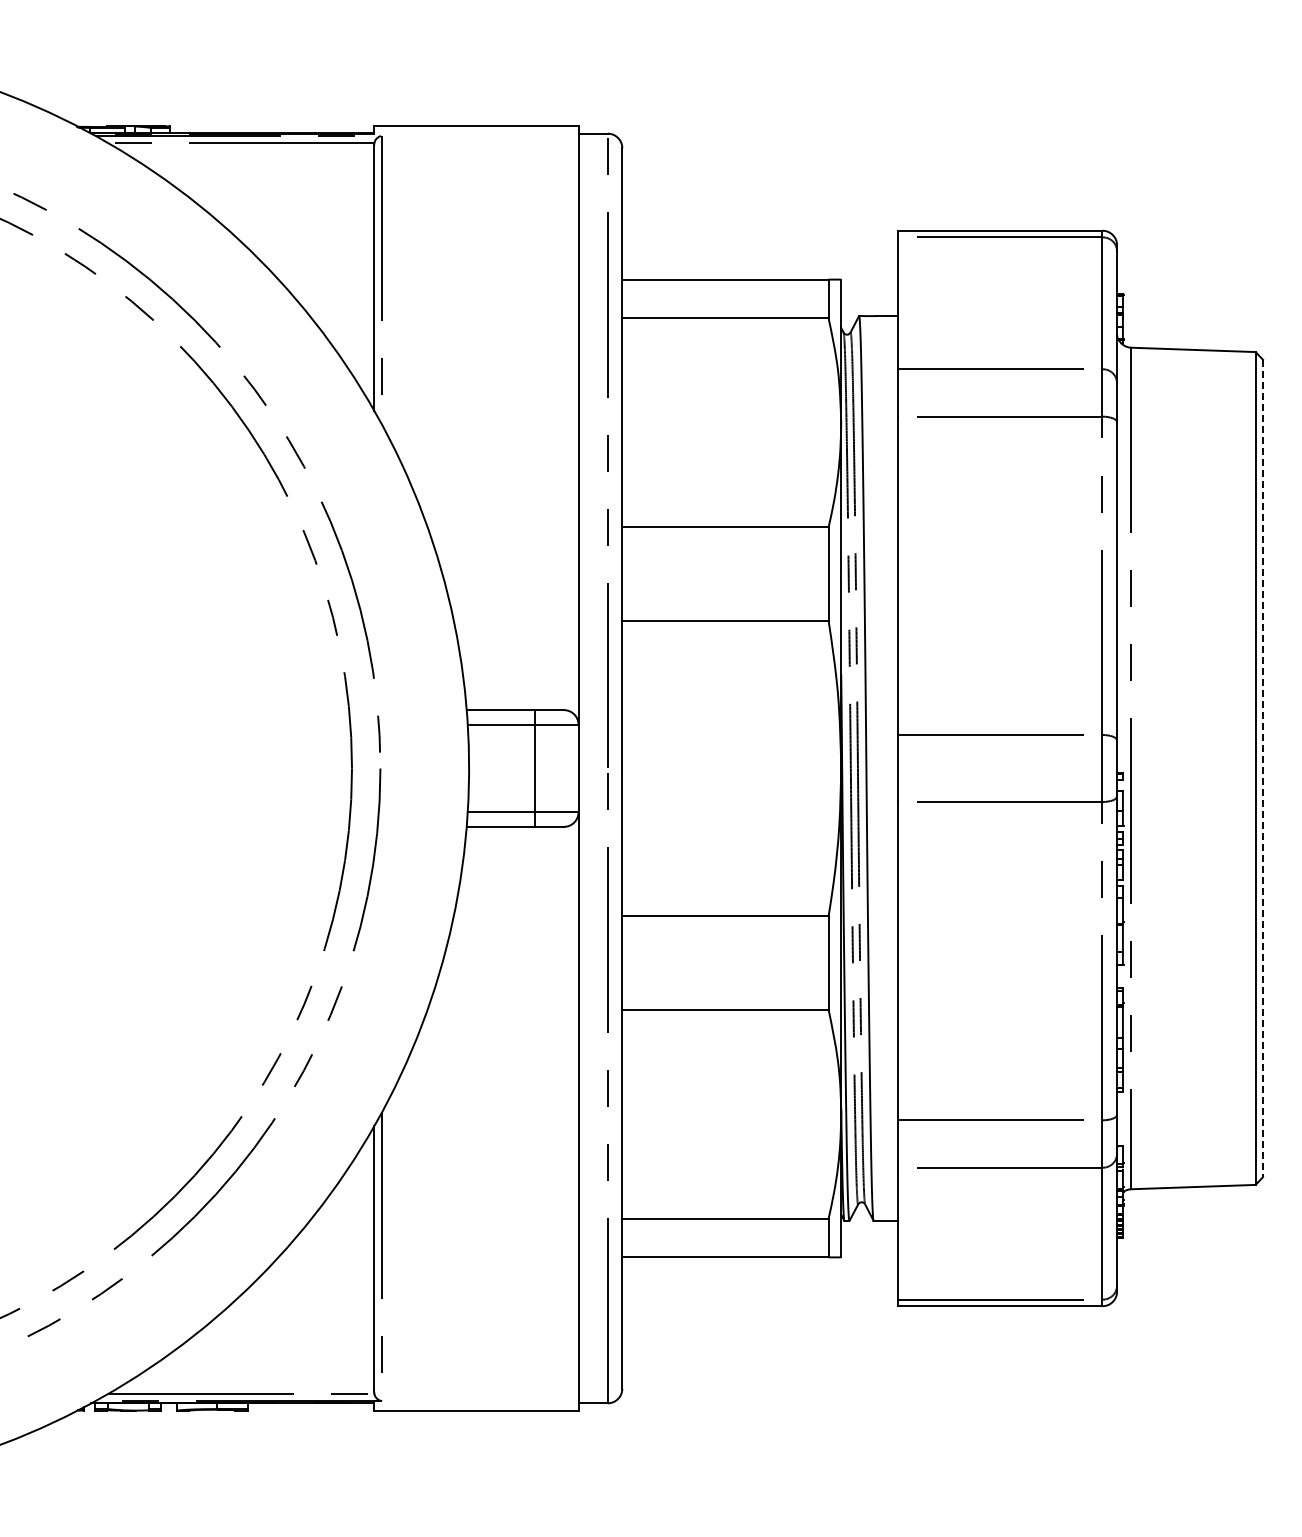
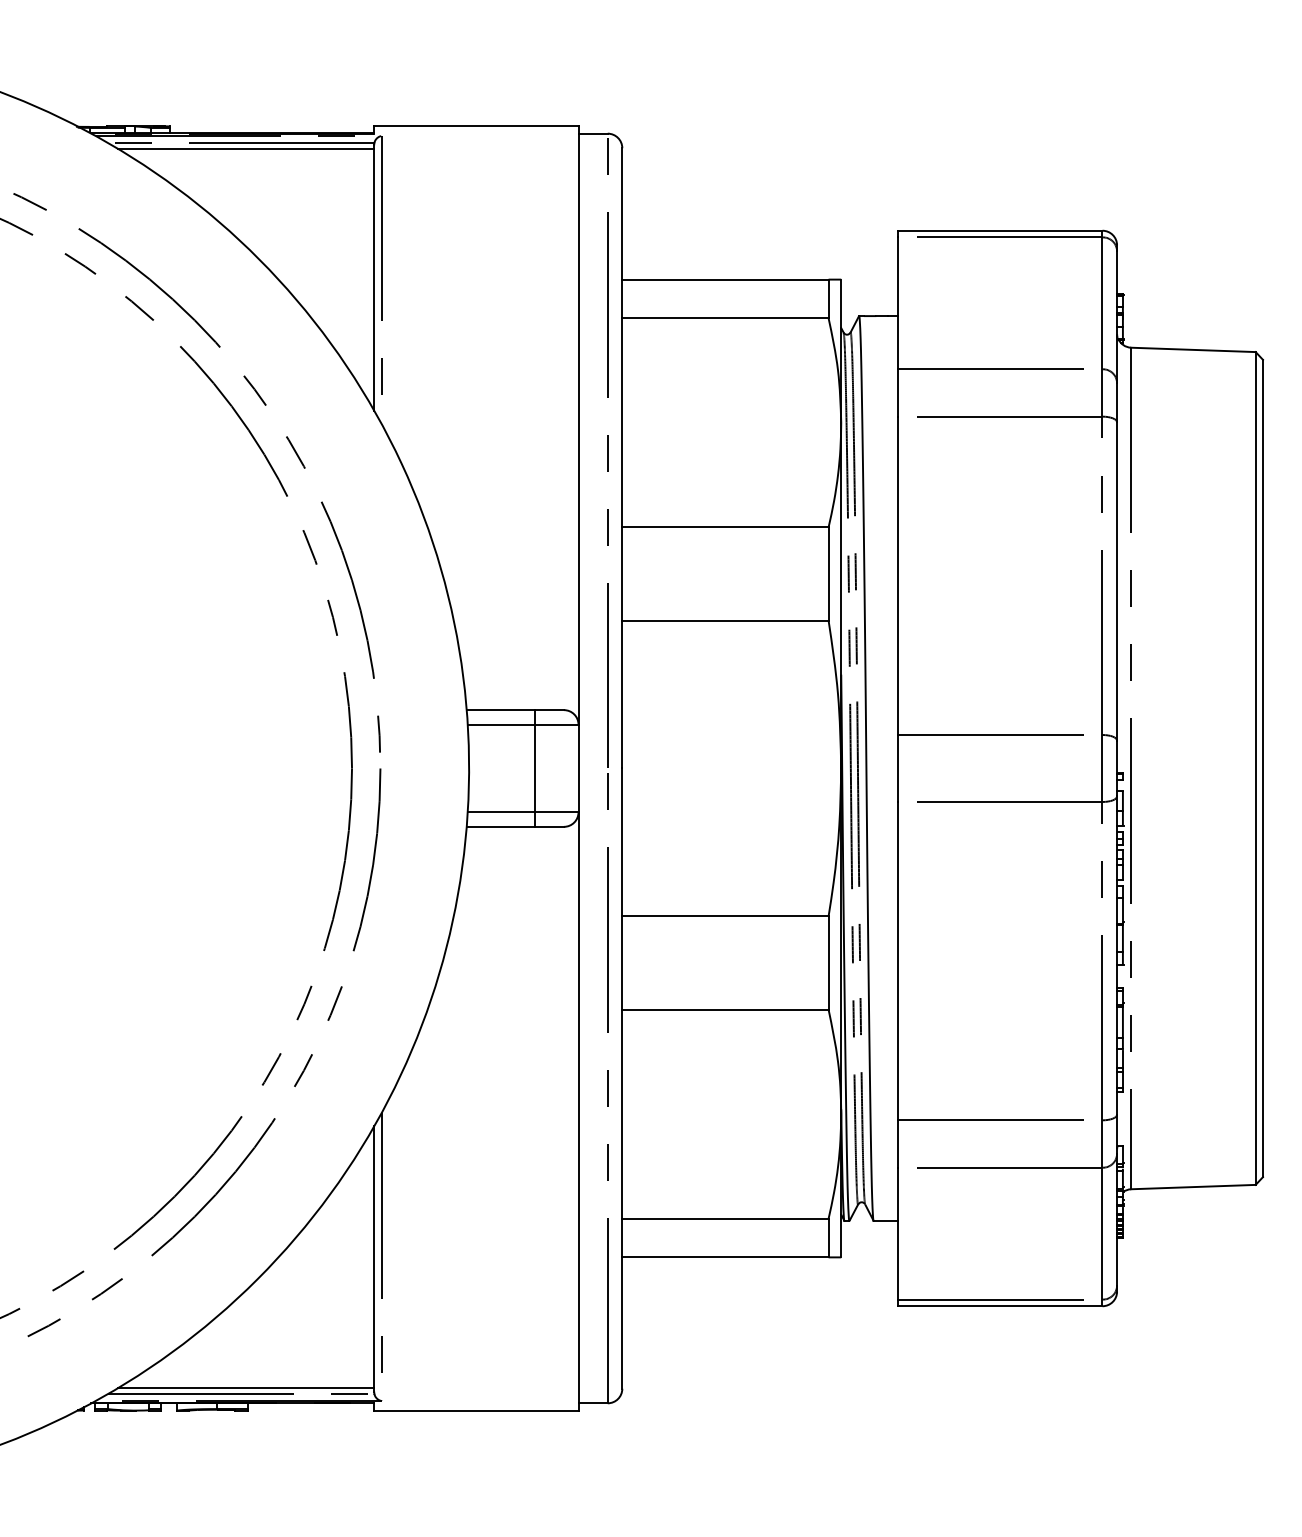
line at (246, 148): none -> present
line at (1263, 768): dashed -> solid
line at (246, 1388): none -> present
